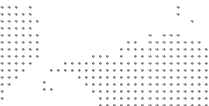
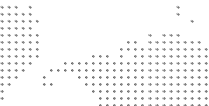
part at (47, 85) position: (47, 85) -> (47, 80)
